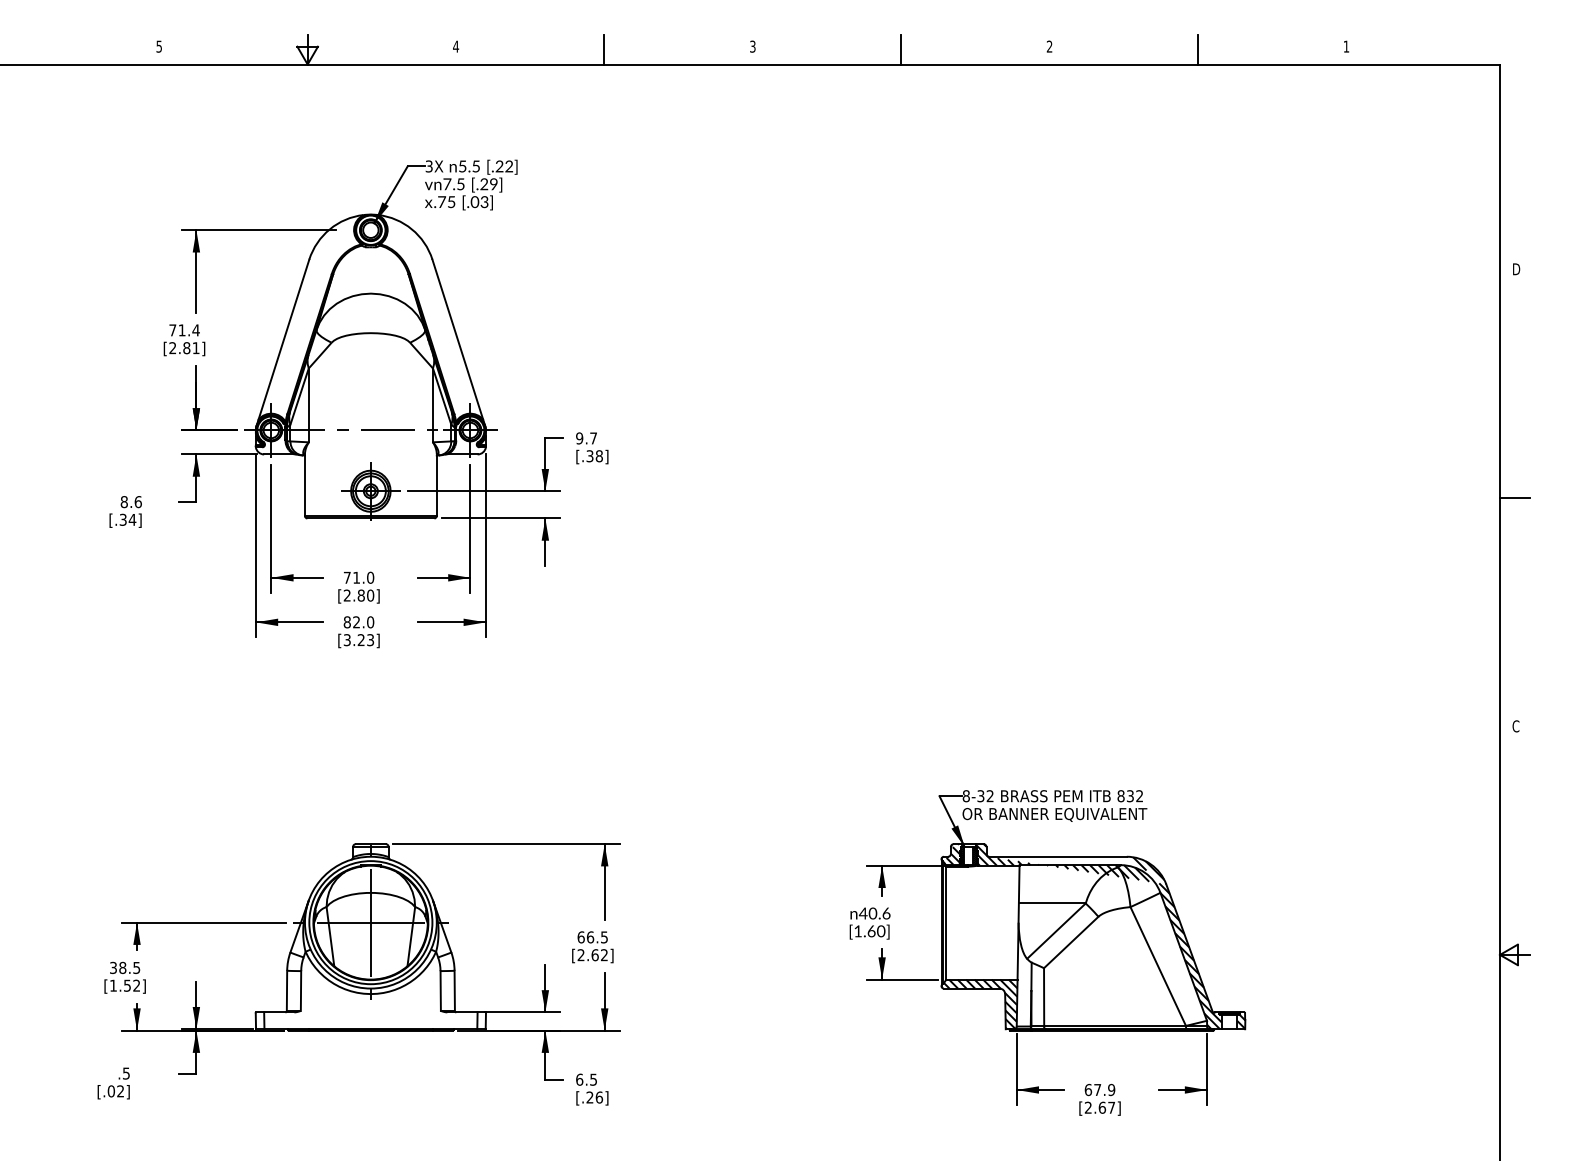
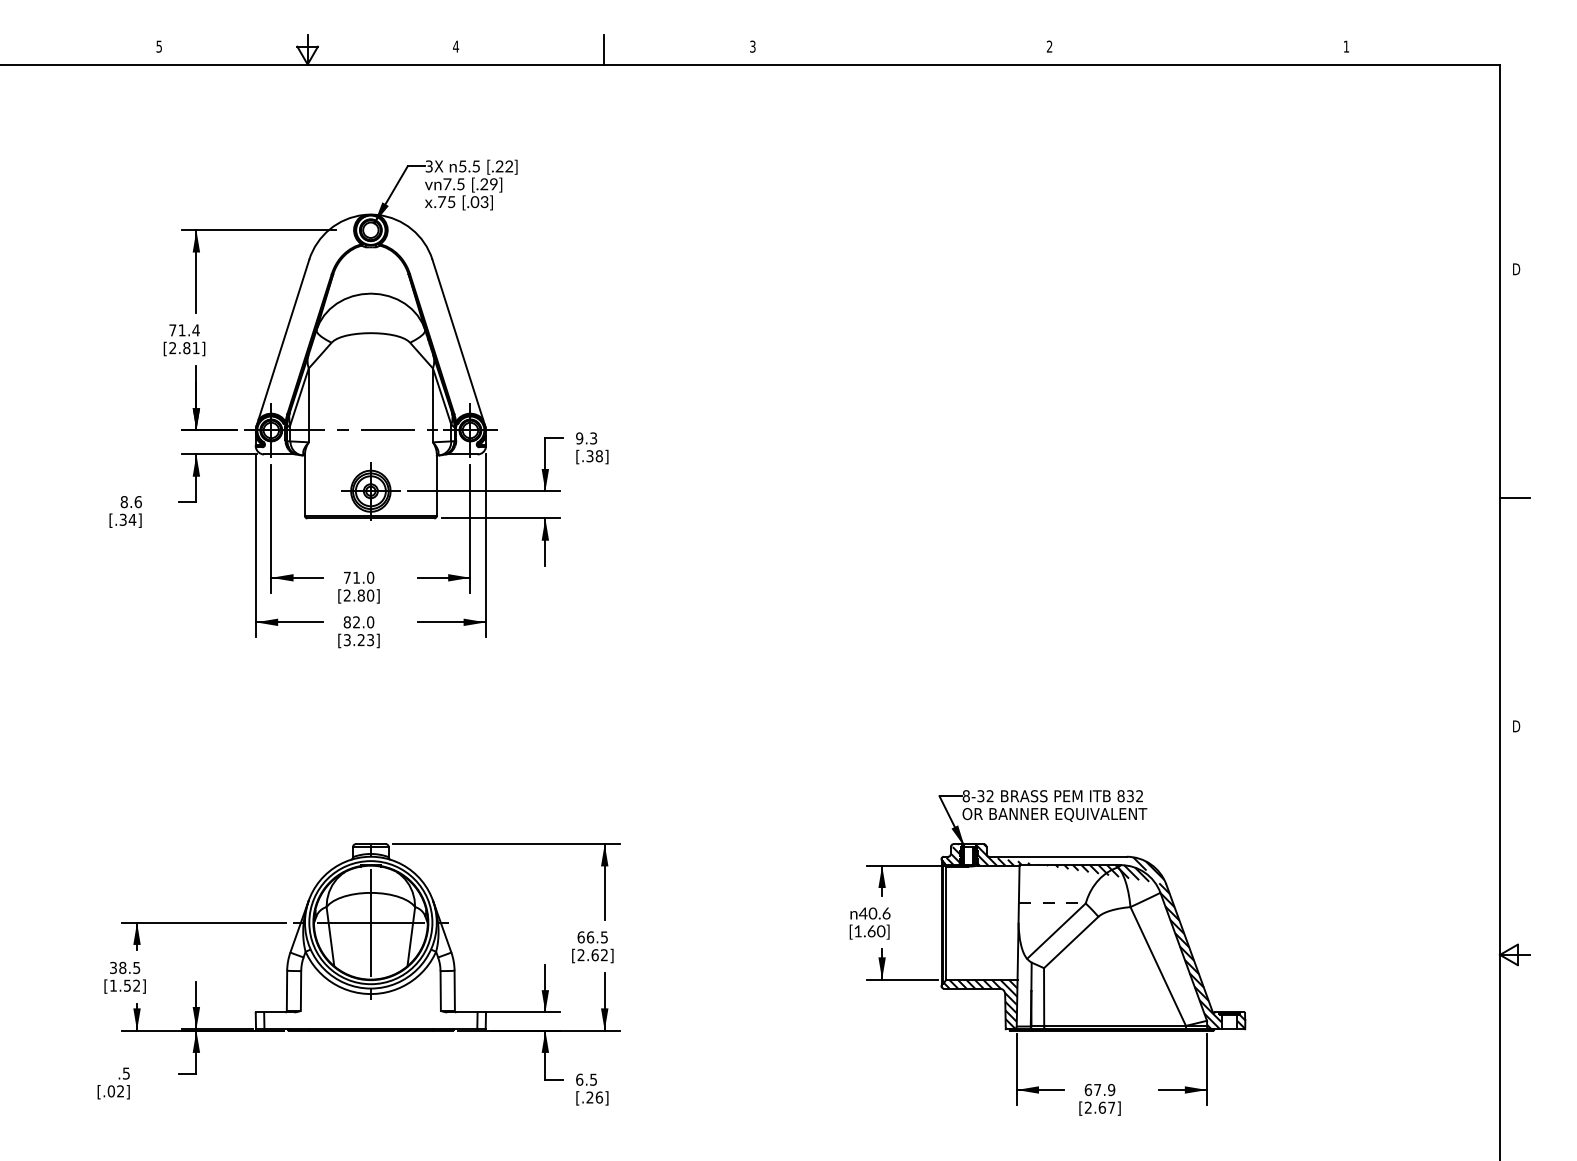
line at (901, 49): present -> none
line at (1198, 49): present -> none
text at (593, 438): 9.7 -> 9.3
text at (1516, 726): C -> D
line at (1052, 903): solid -> dashed
